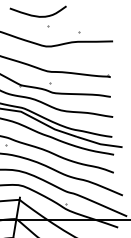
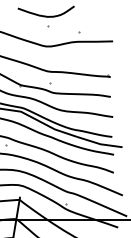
curve at (37, 15) position: (37, 15) -> (45, 15)
